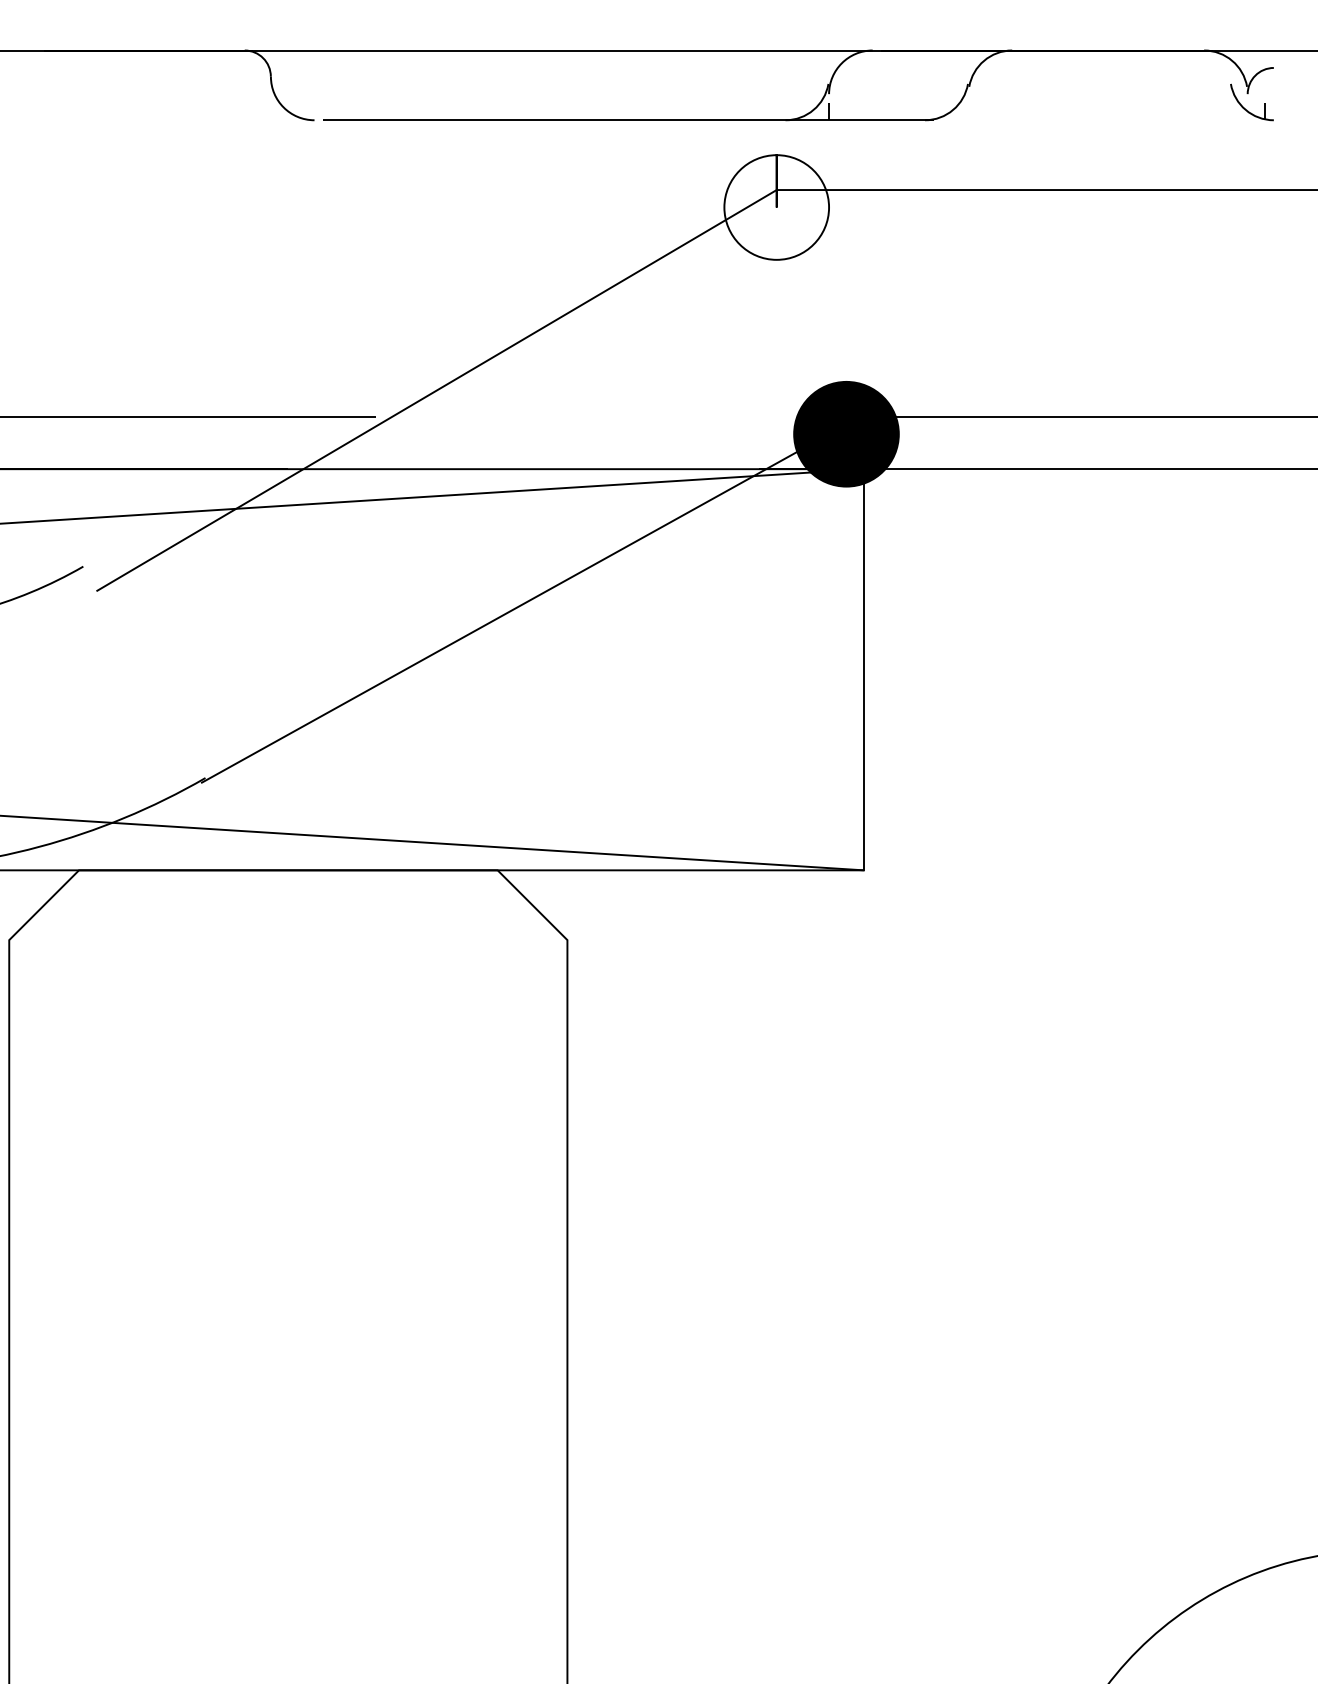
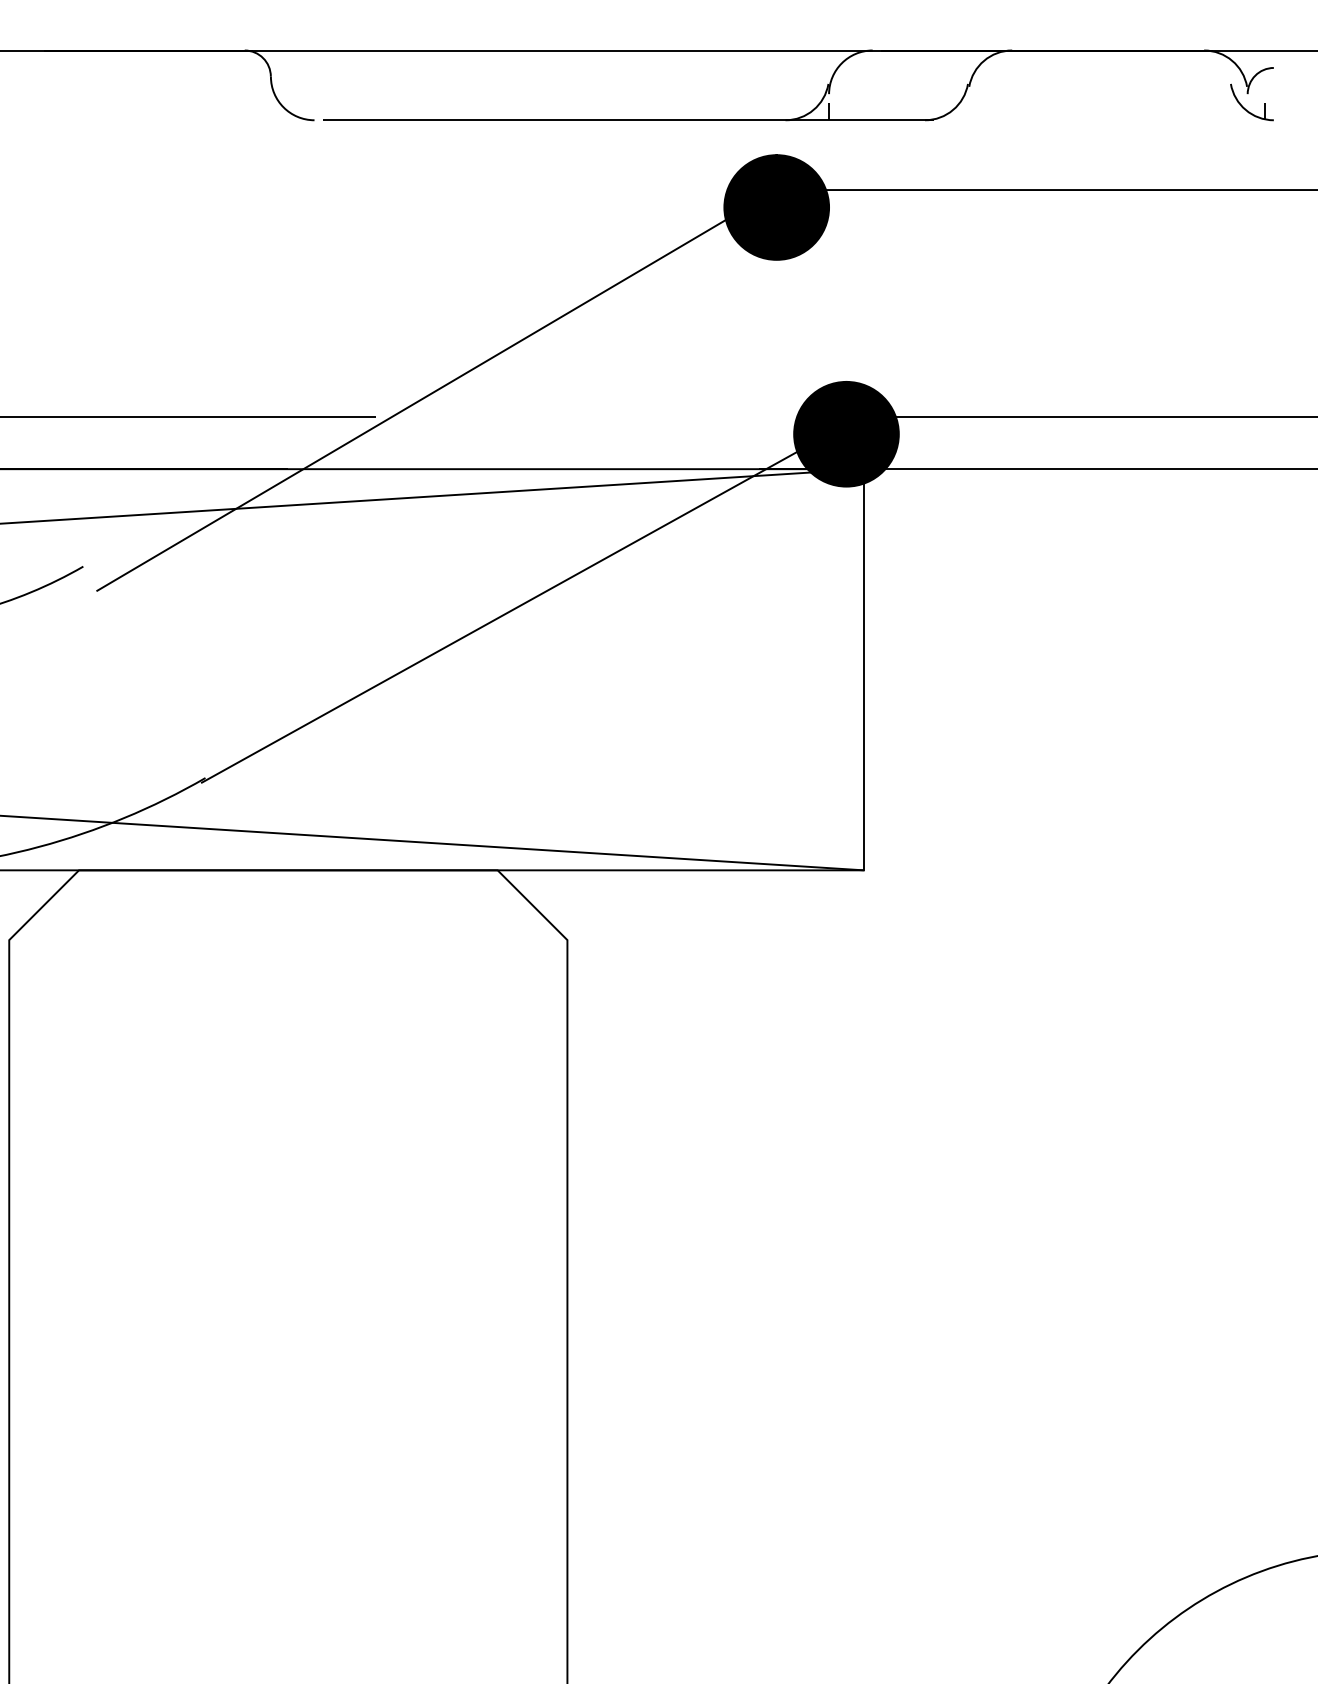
fill at (776, 207): none -> present
